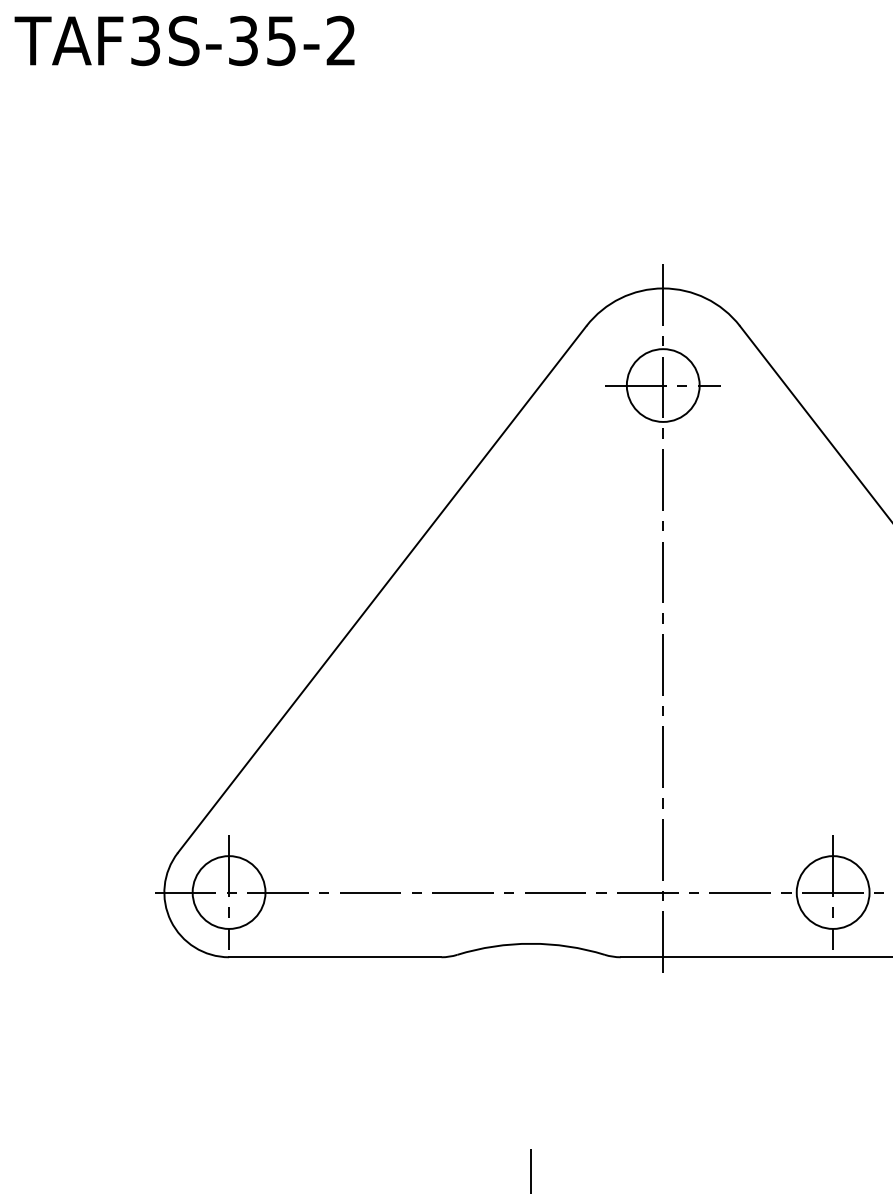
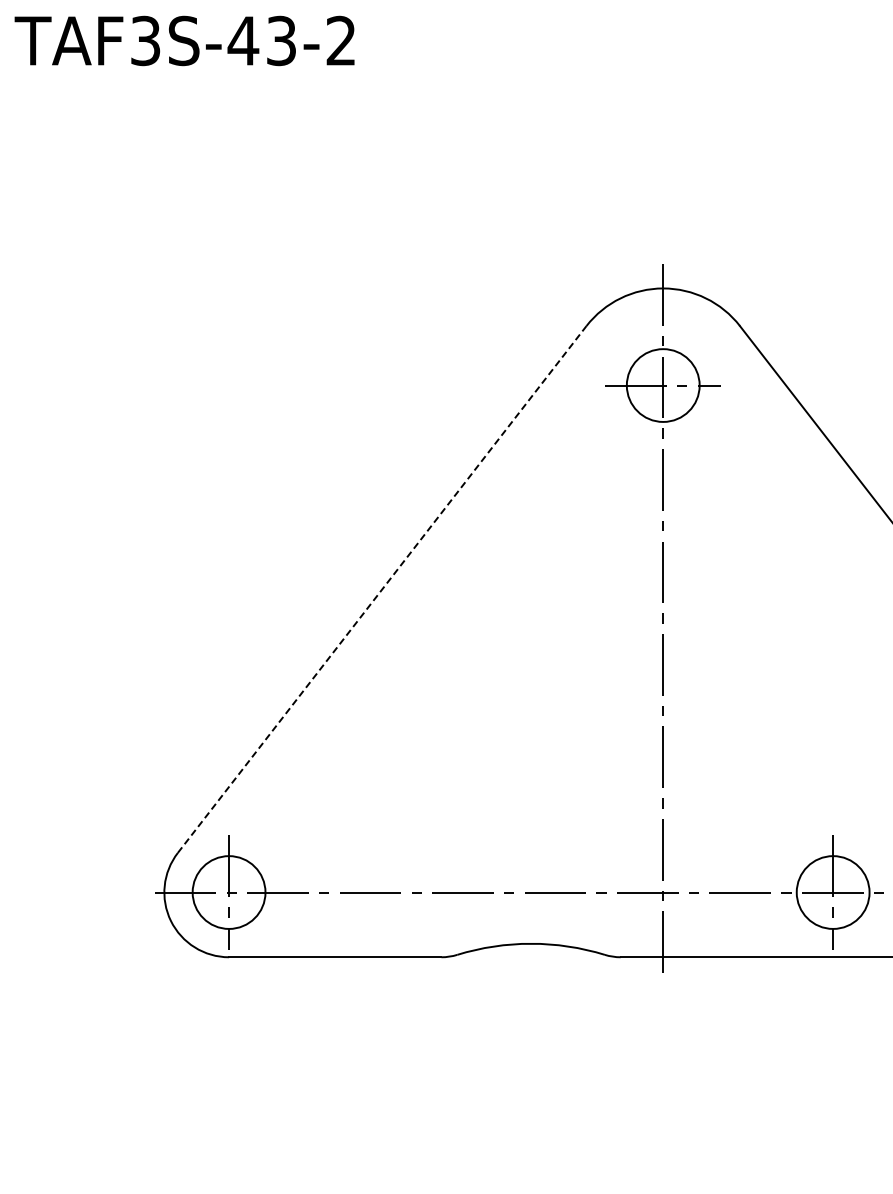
text at (261, 40): TAF3S-35-2 -> TAF3S-43-2
line at (382, 589): solid -> dashed
line at (531, 1169): present -> none
